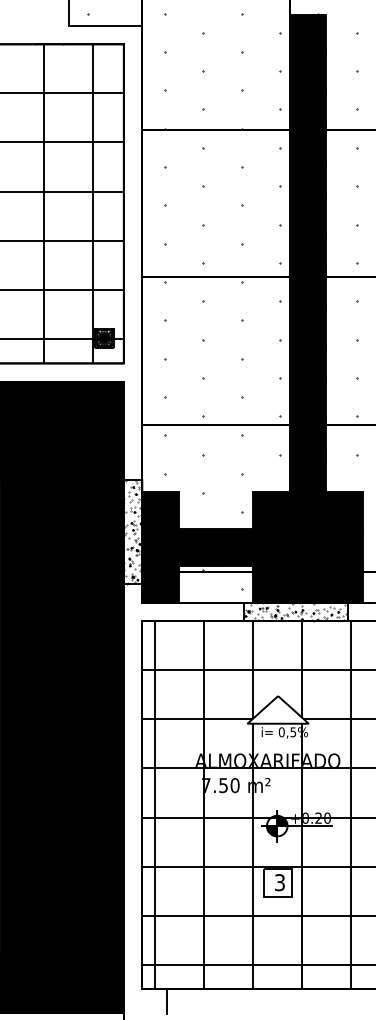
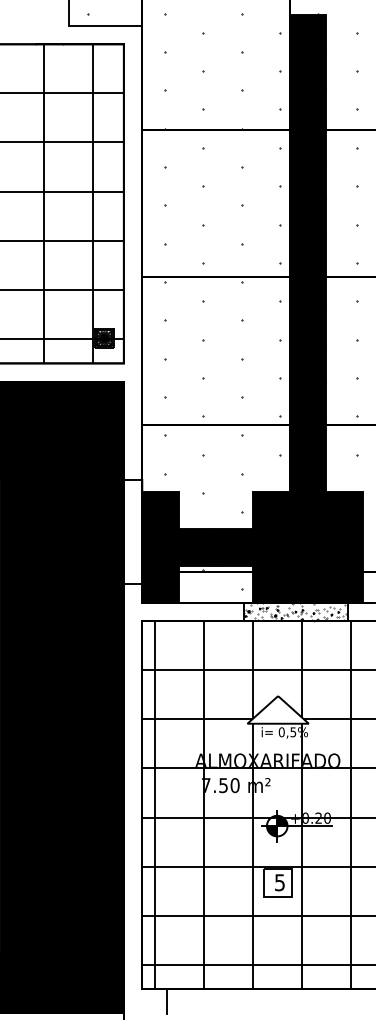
hatch at (132, 532): present -> none
text at (279, 882): 3 -> 5
